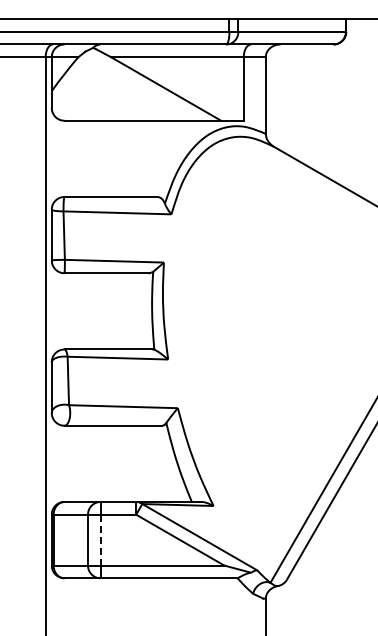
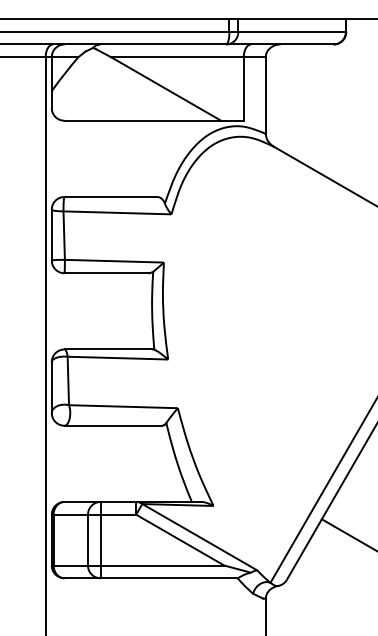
line at (347, 534): none -> present
line at (100, 540): dashed -> solid
